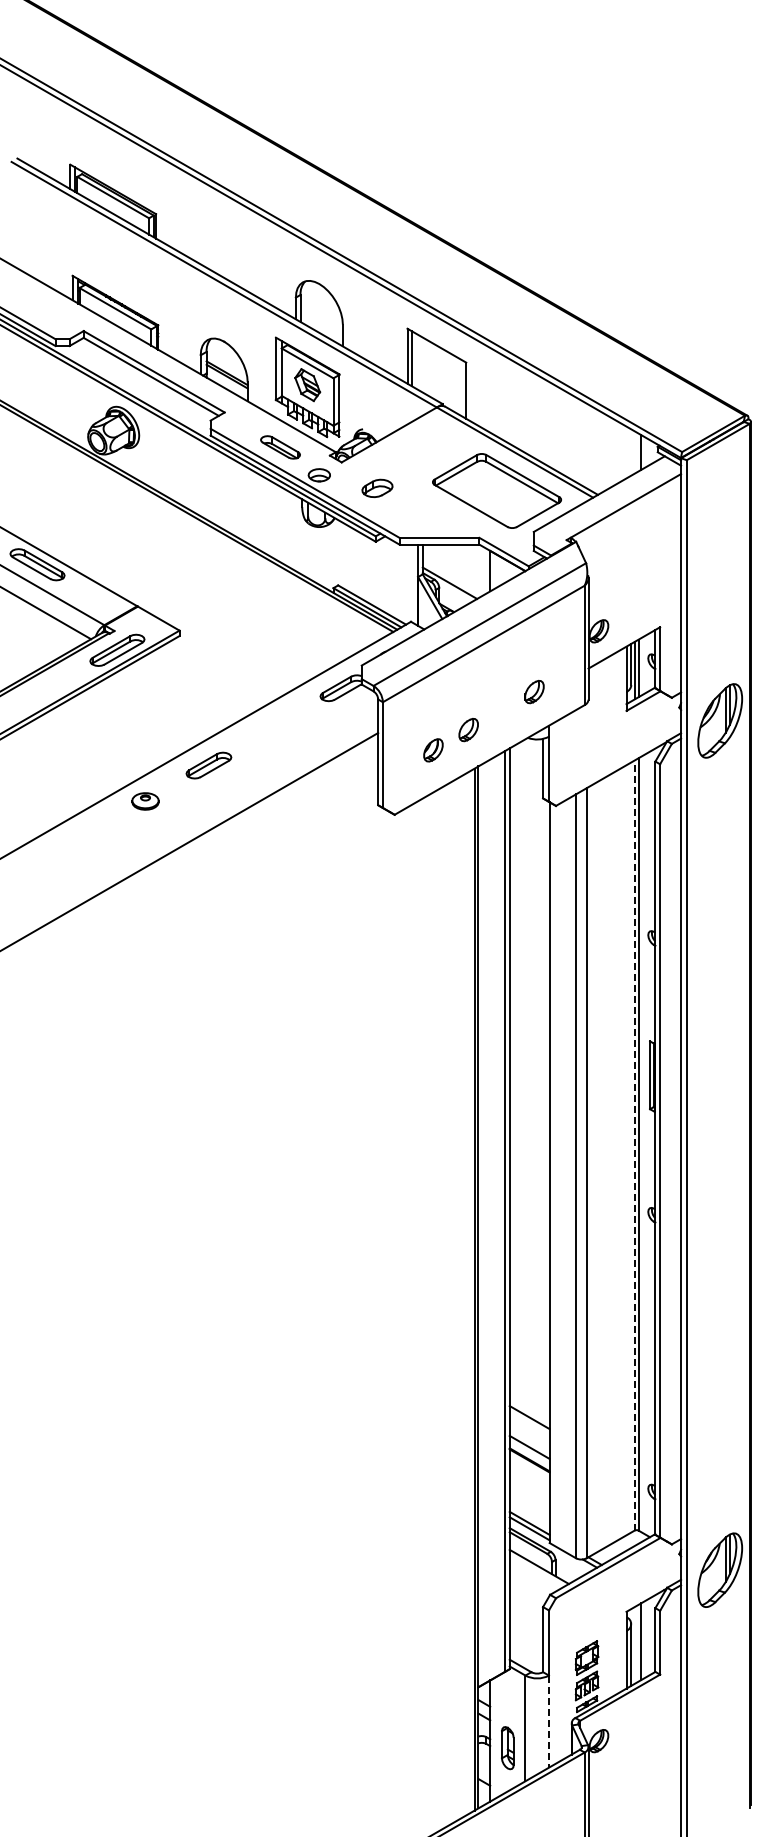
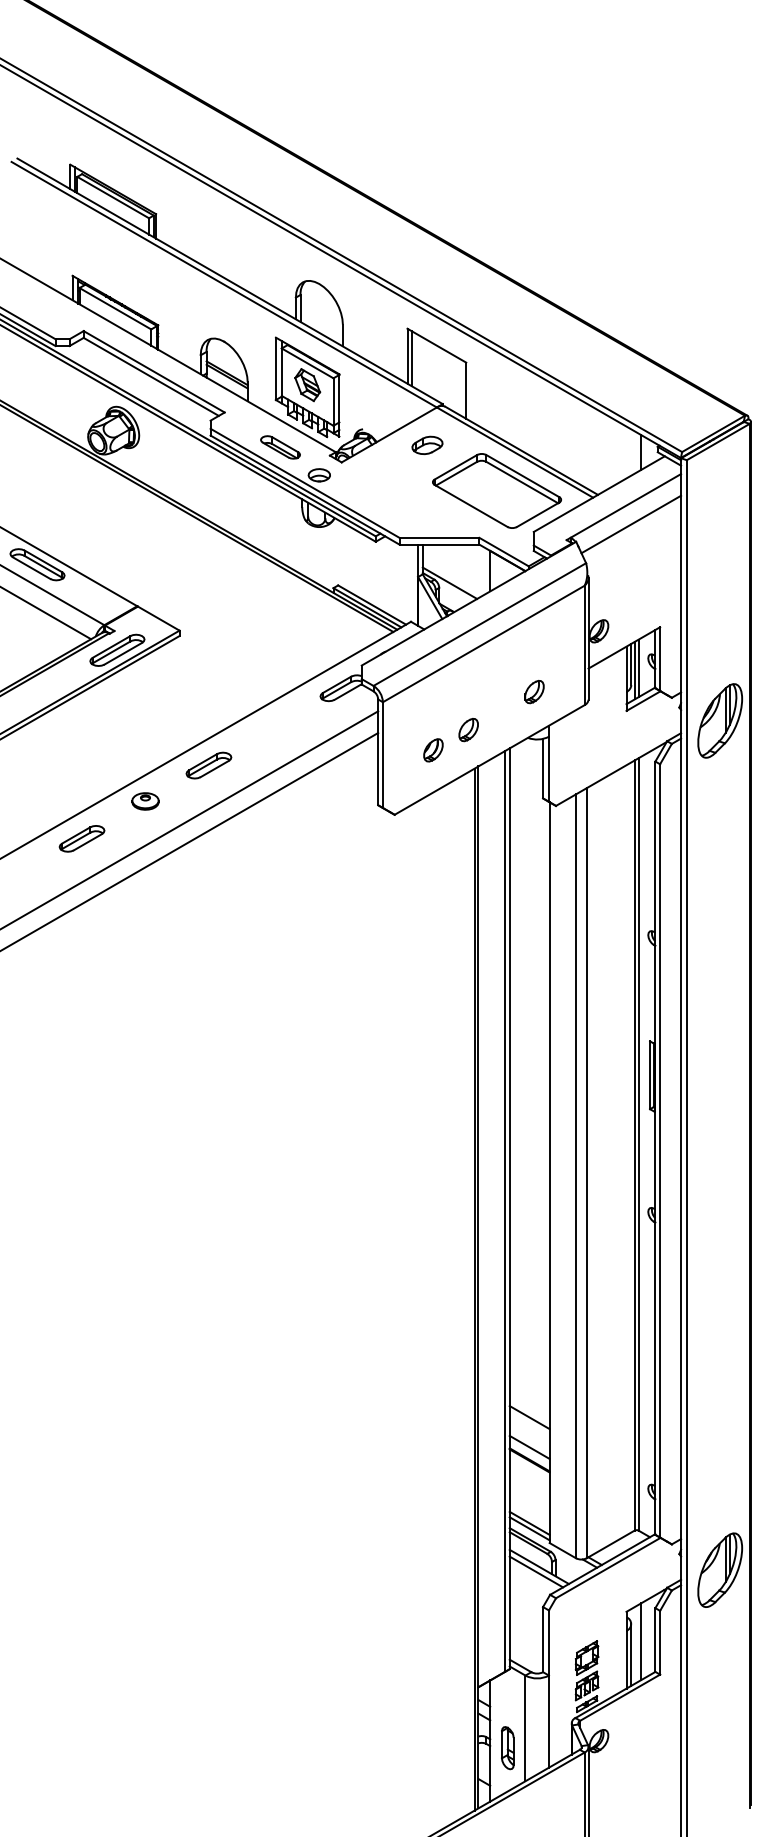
part at (377, 487) position: (377, 487) -> (427, 444)
line at (631, 524): none -> present
line at (190, 819): none -> present
part at (81, 838): none -> present
line at (634, 1145): dashed -> solid
line at (536, 1571): none -> present
line at (548, 1722): dashed -> solid
